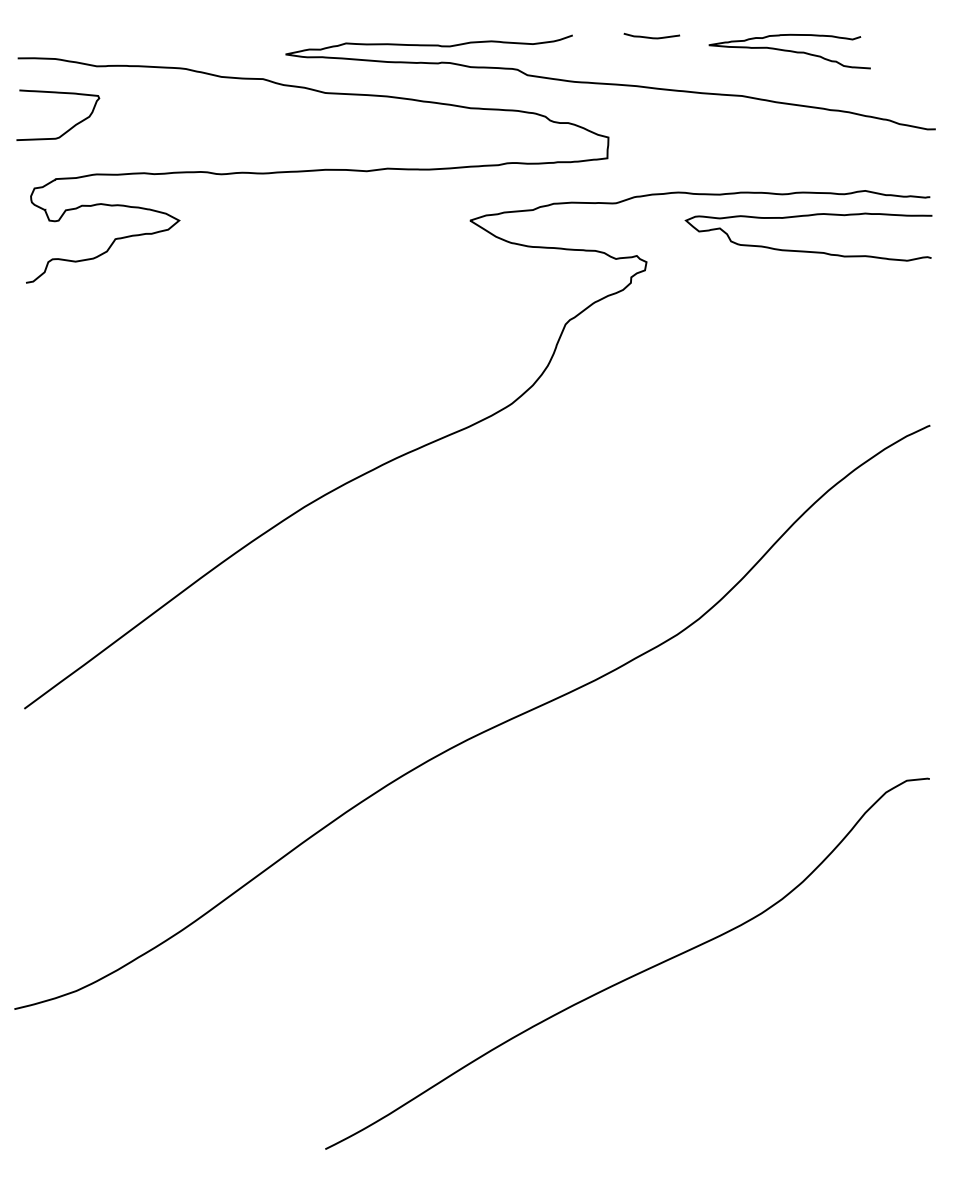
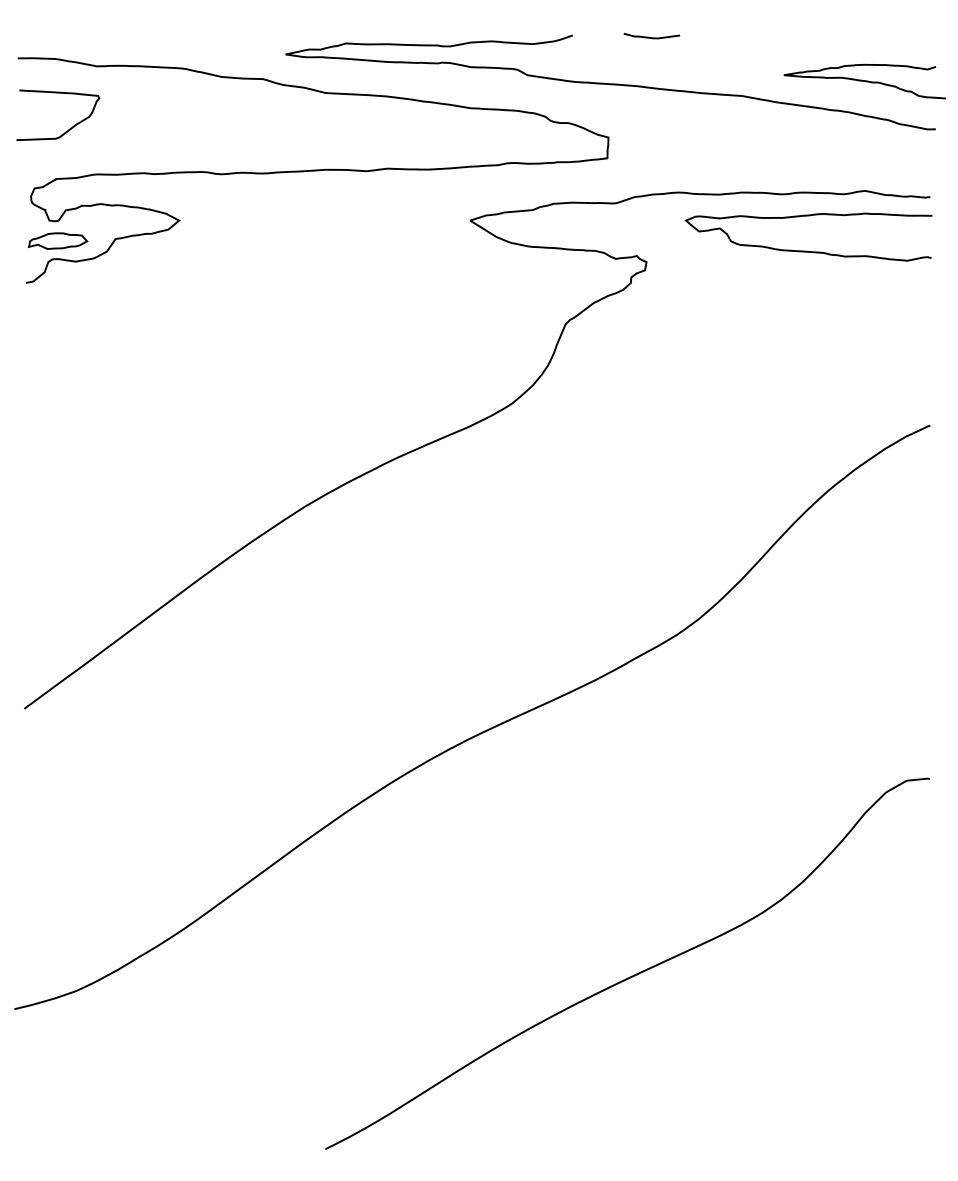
curve at (789, 51) position: (789, 51) -> (864, 81)
part at (58, 240): none -> present
